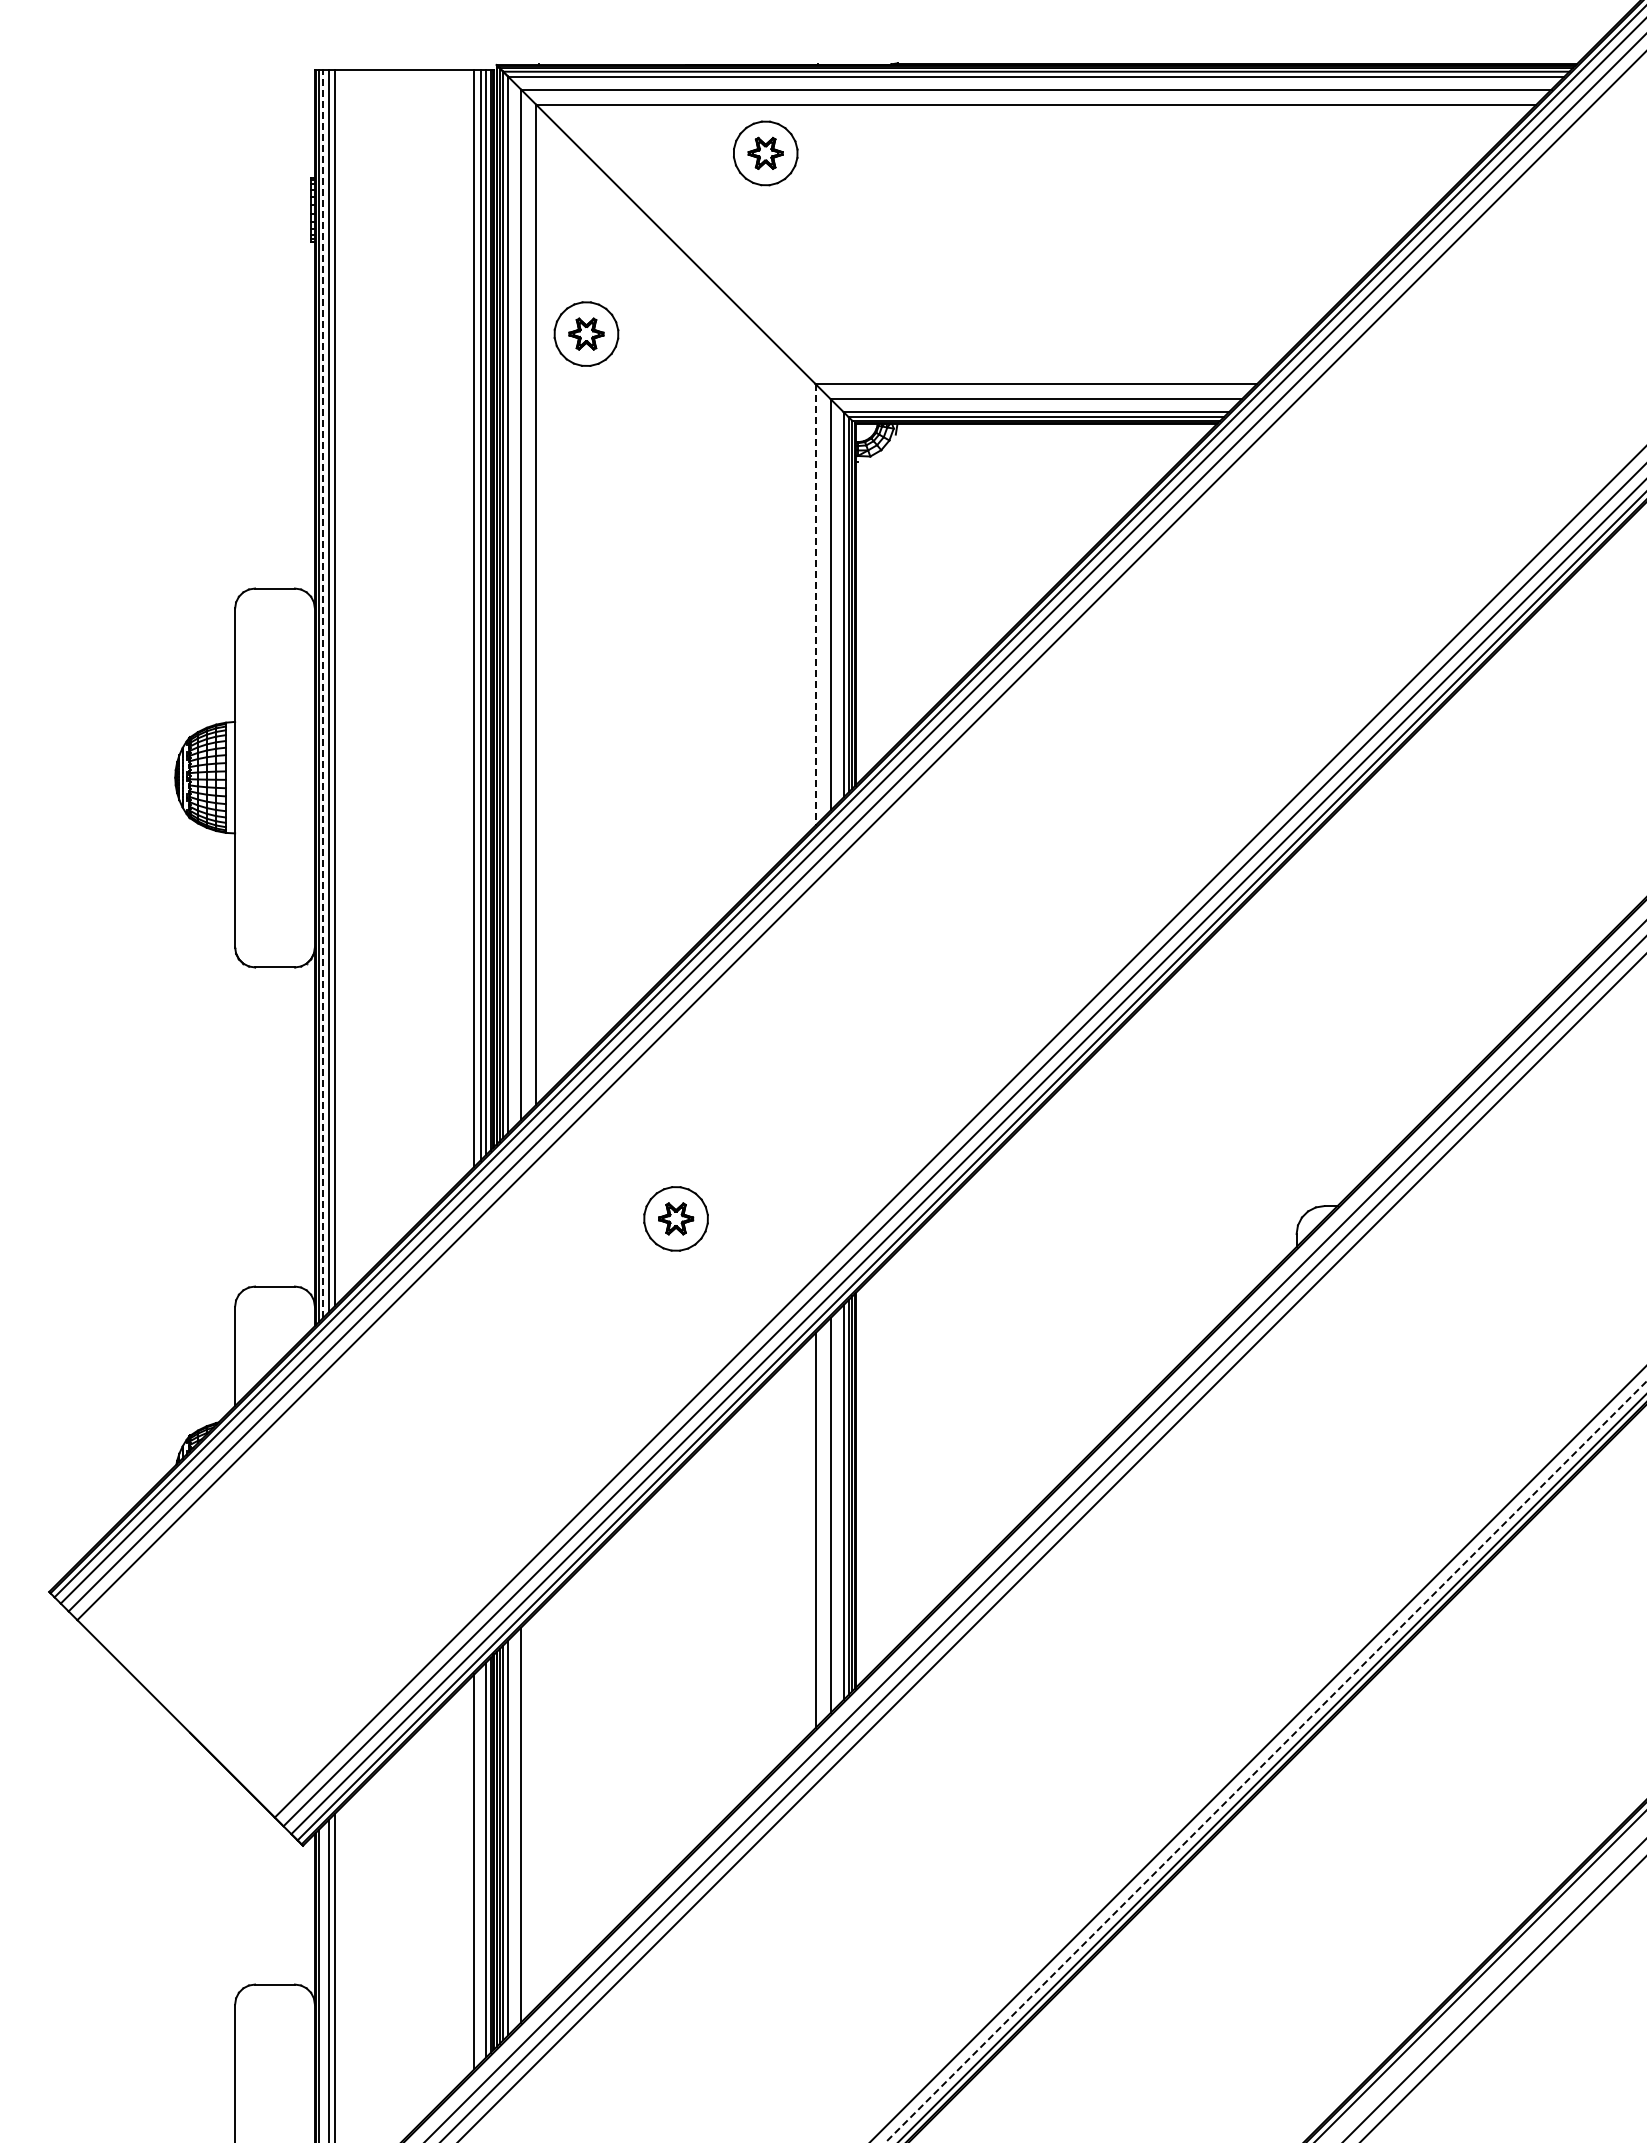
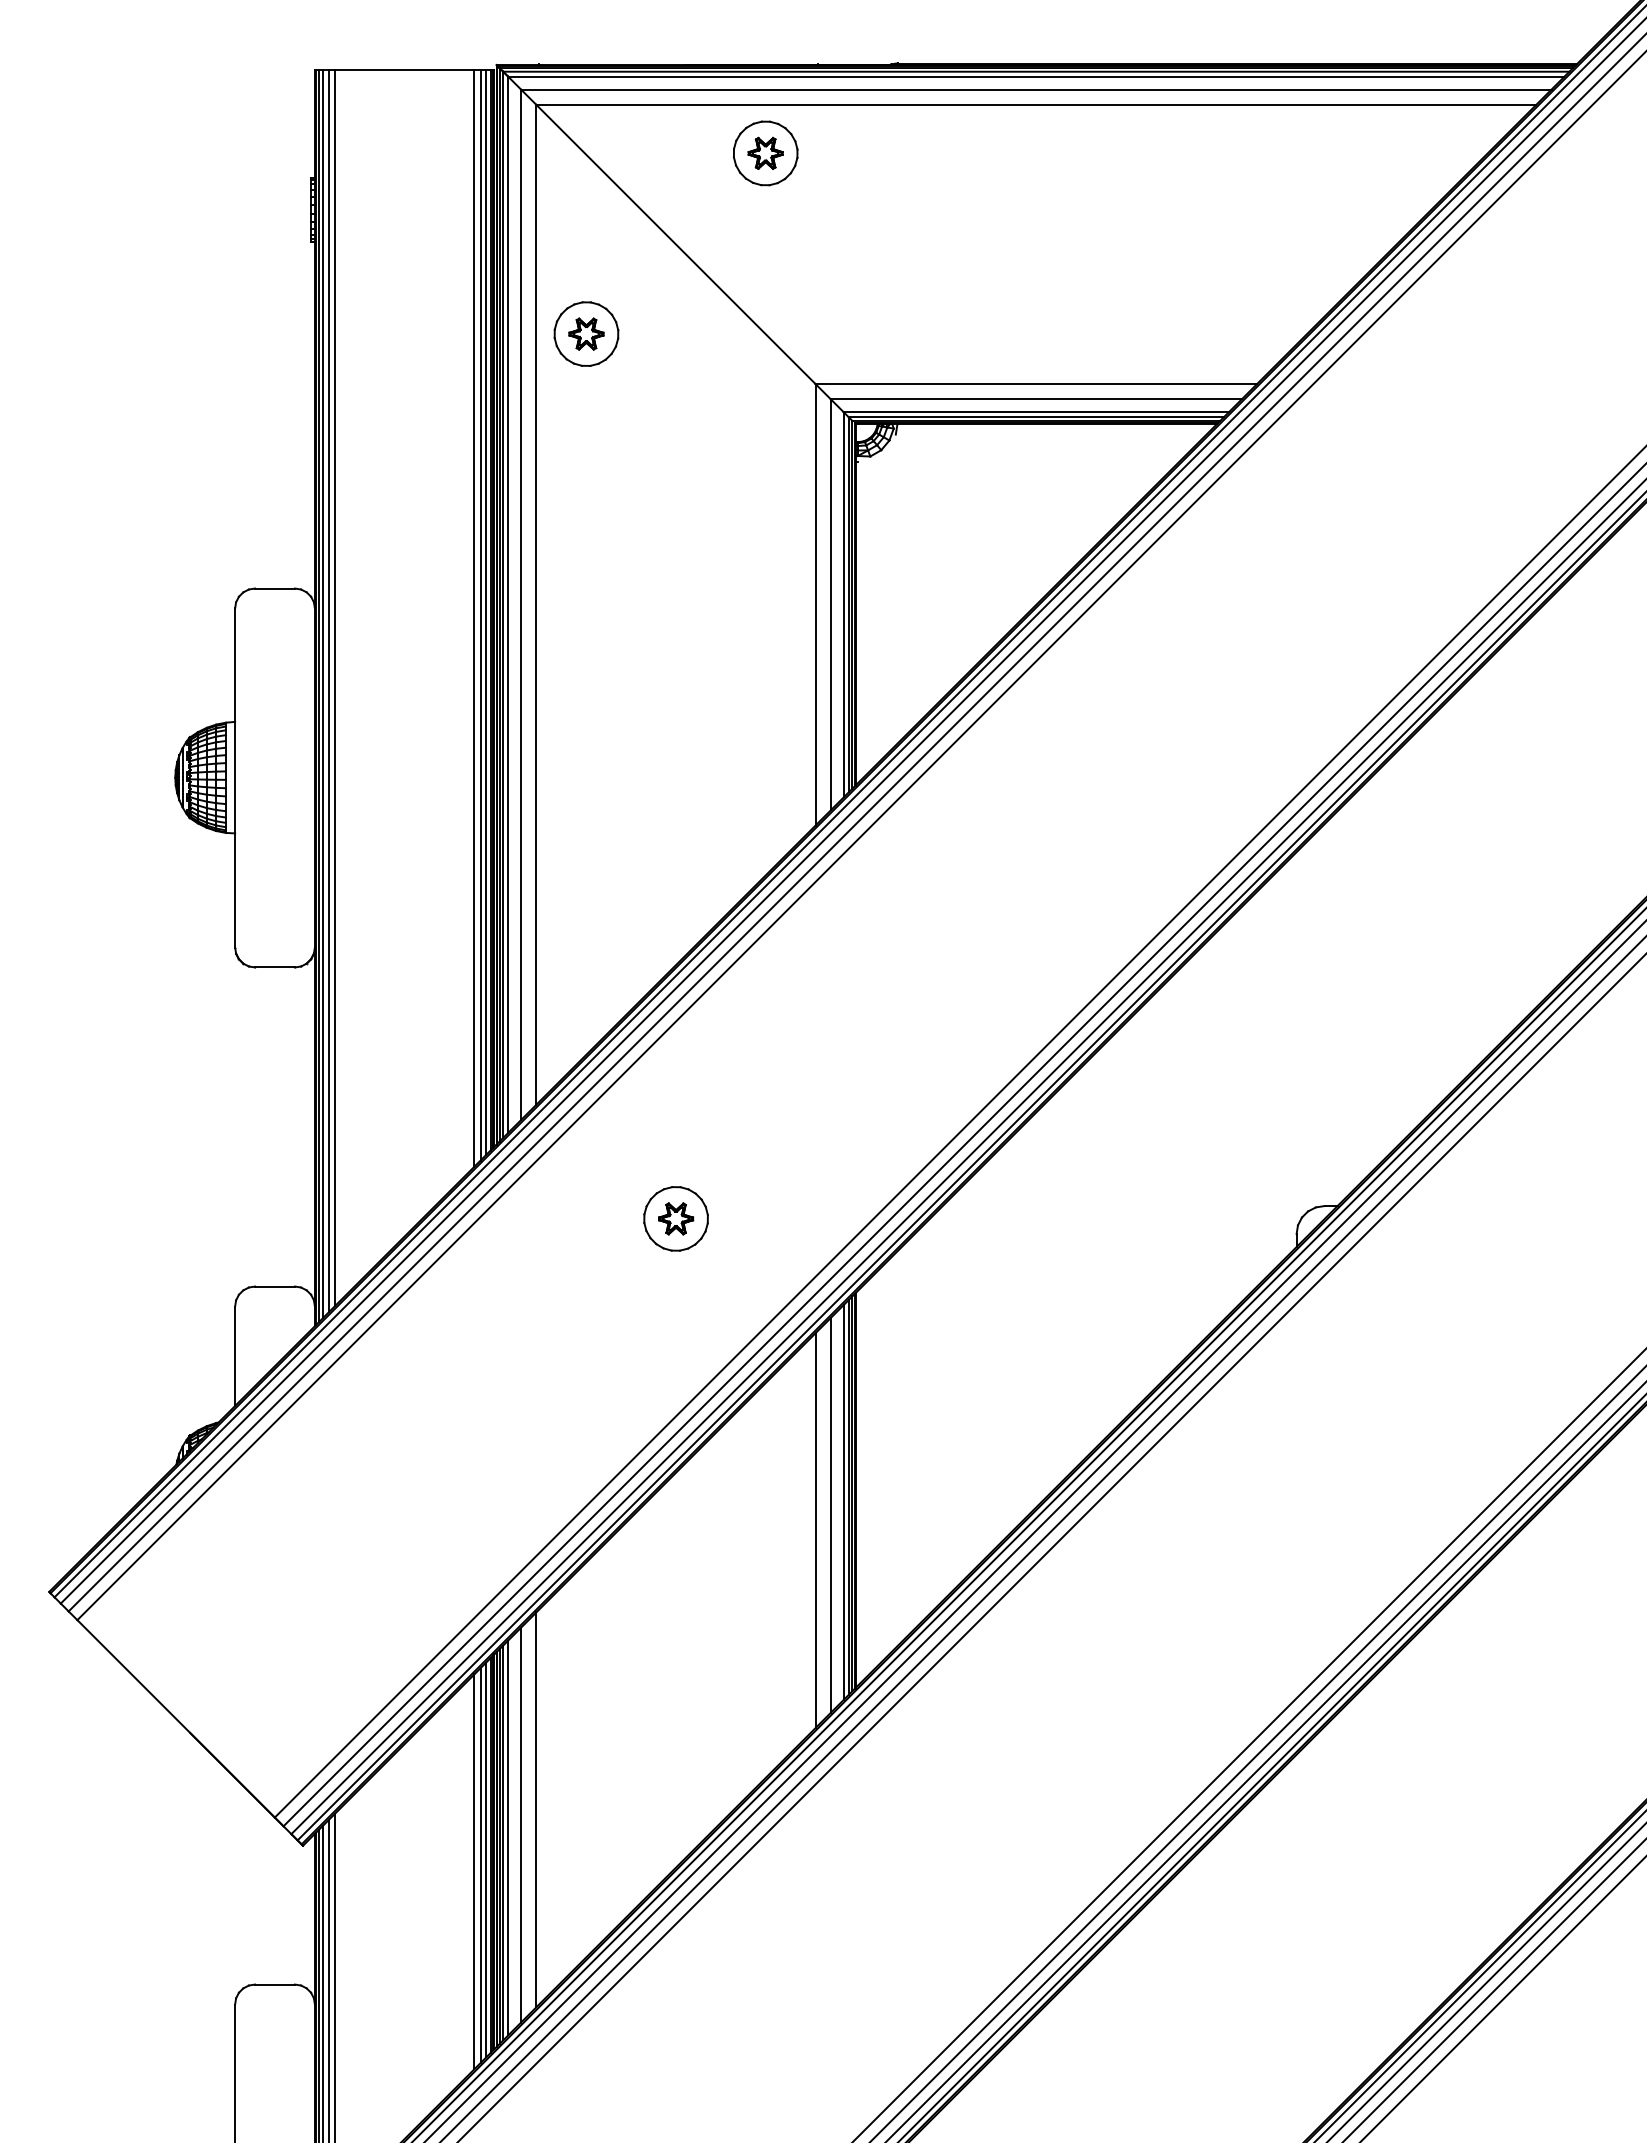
line at (815, 604): dashed -> solid
line at (323, 694): dashed -> solid
line at (1028, 1524): none -> present
line at (1249, 1745): none -> present
line at (1265, 1762): dashed -> solid
line at (536, 1809): none -> present
line at (480, 1865): none -> present
line at (323, 1982): none -> present
line at (1486, 1982): none -> present
